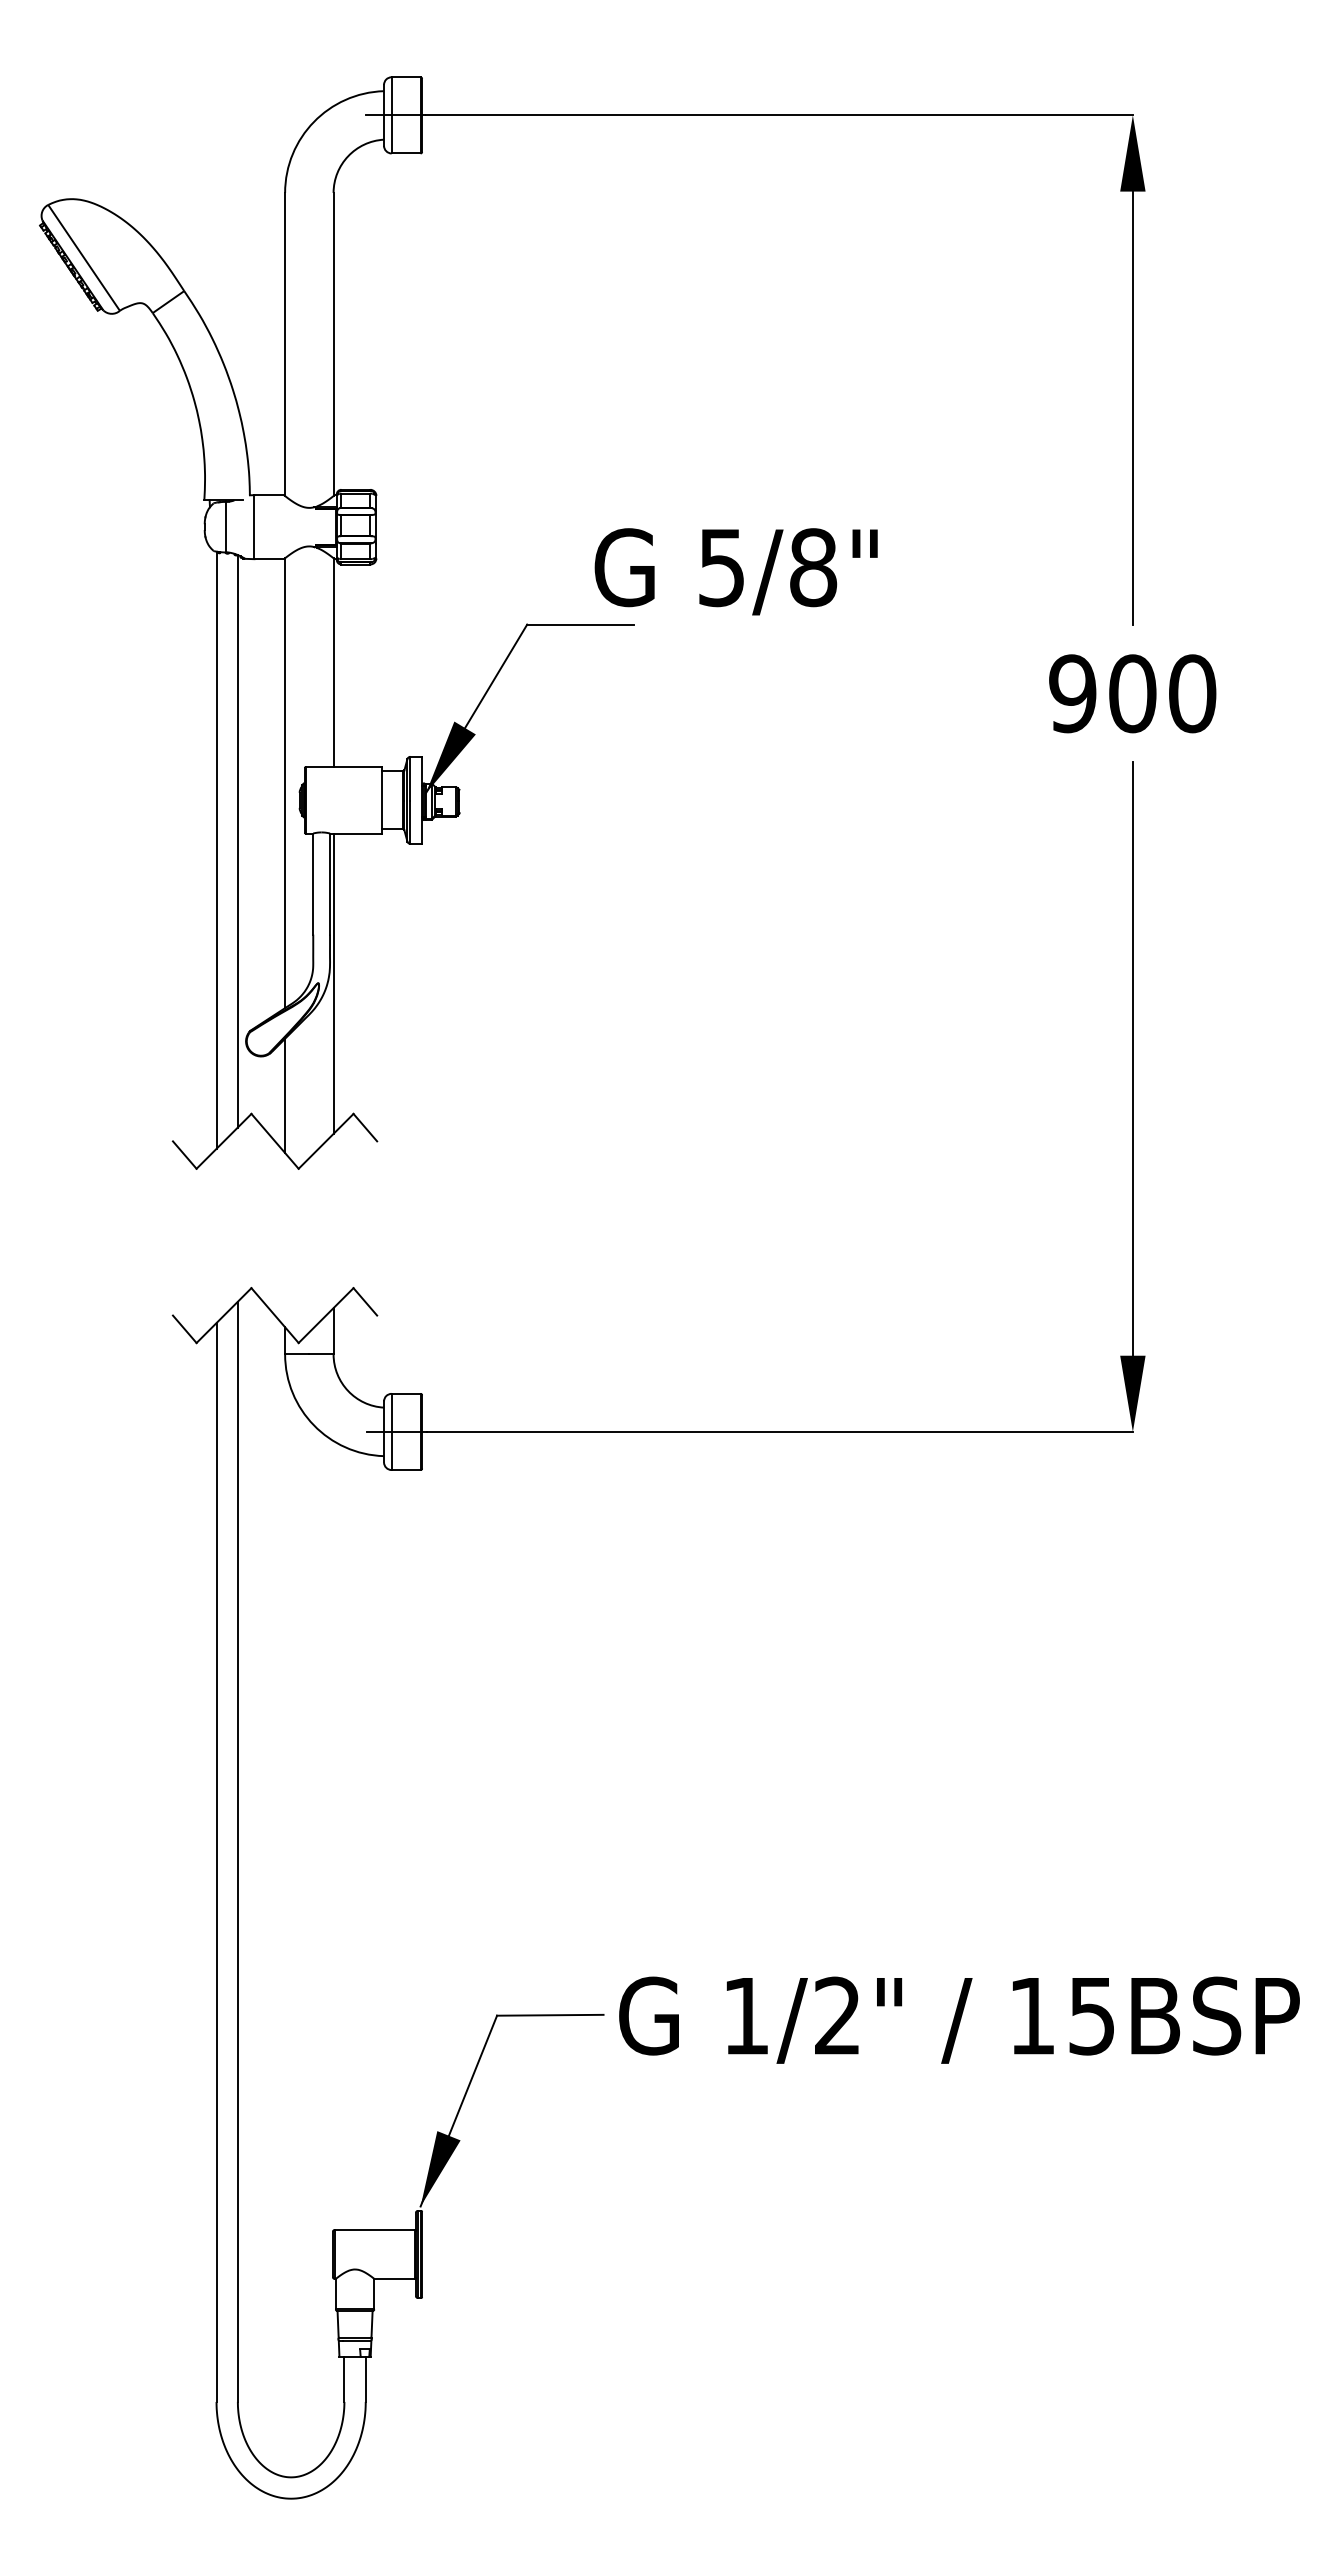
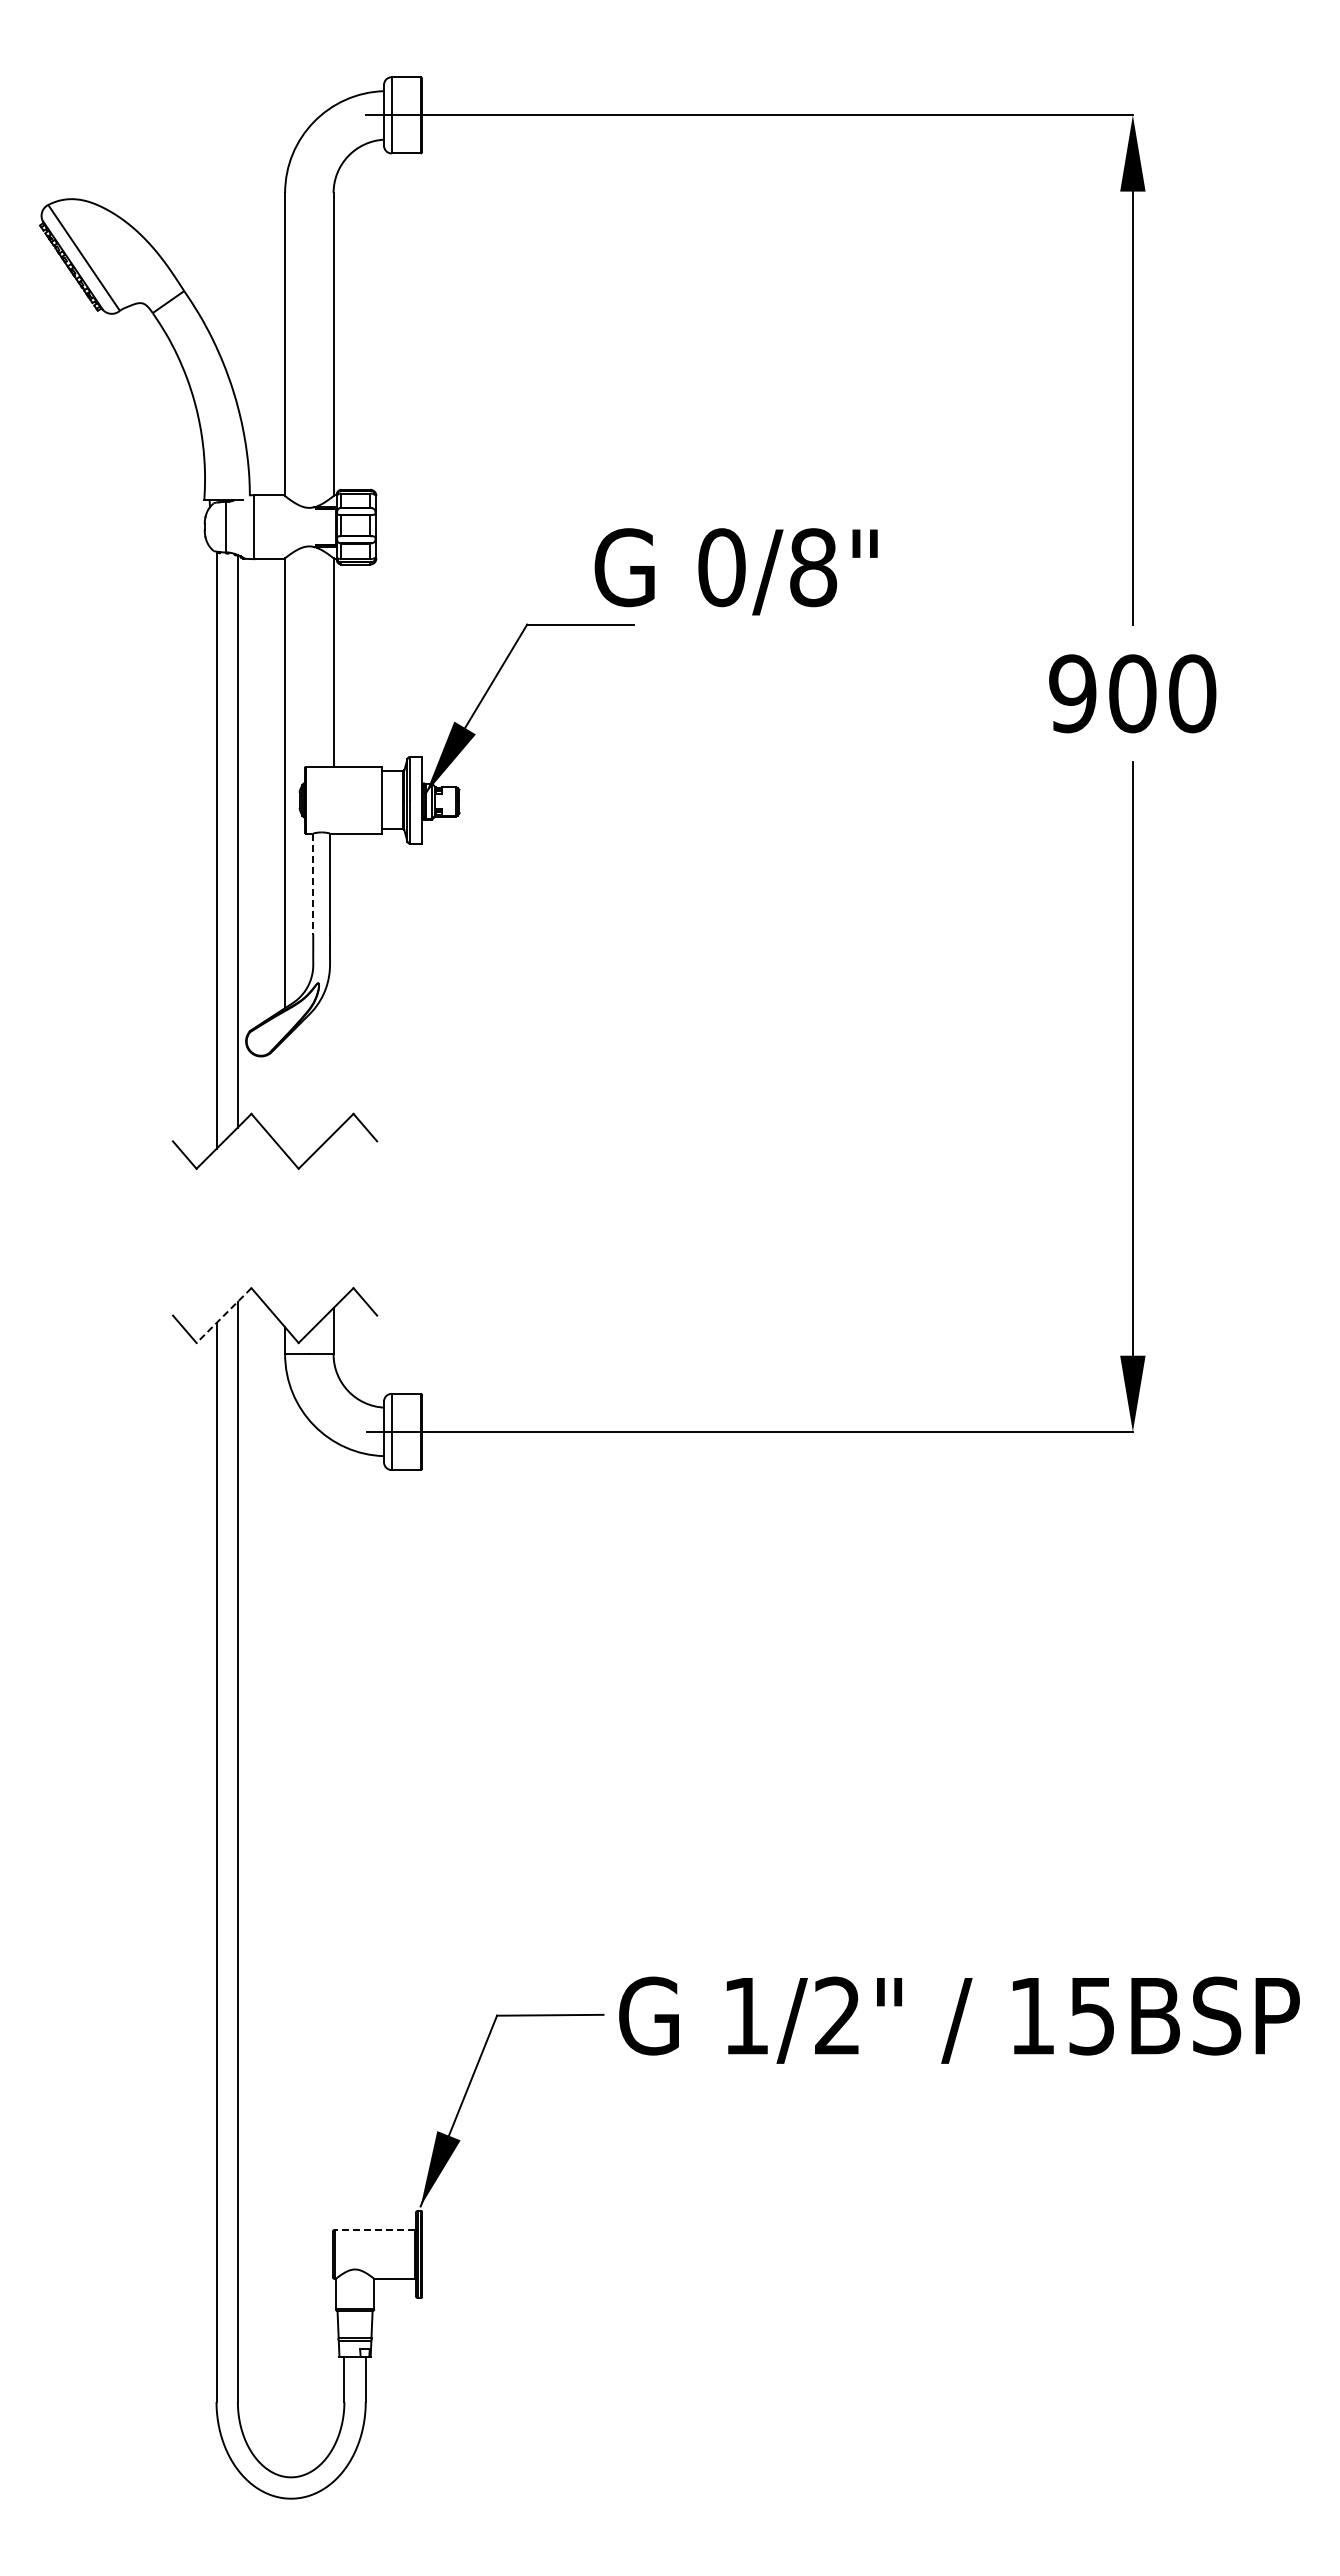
text at (721, 567): 5/8" -> 0/8"
line at (313, 884): solid -> dashed
line at (333, 983): present -> none
line at (285, 1095): present -> none
line at (224, 1315): solid -> dashed
line at (374, 2230): solid -> dashed
